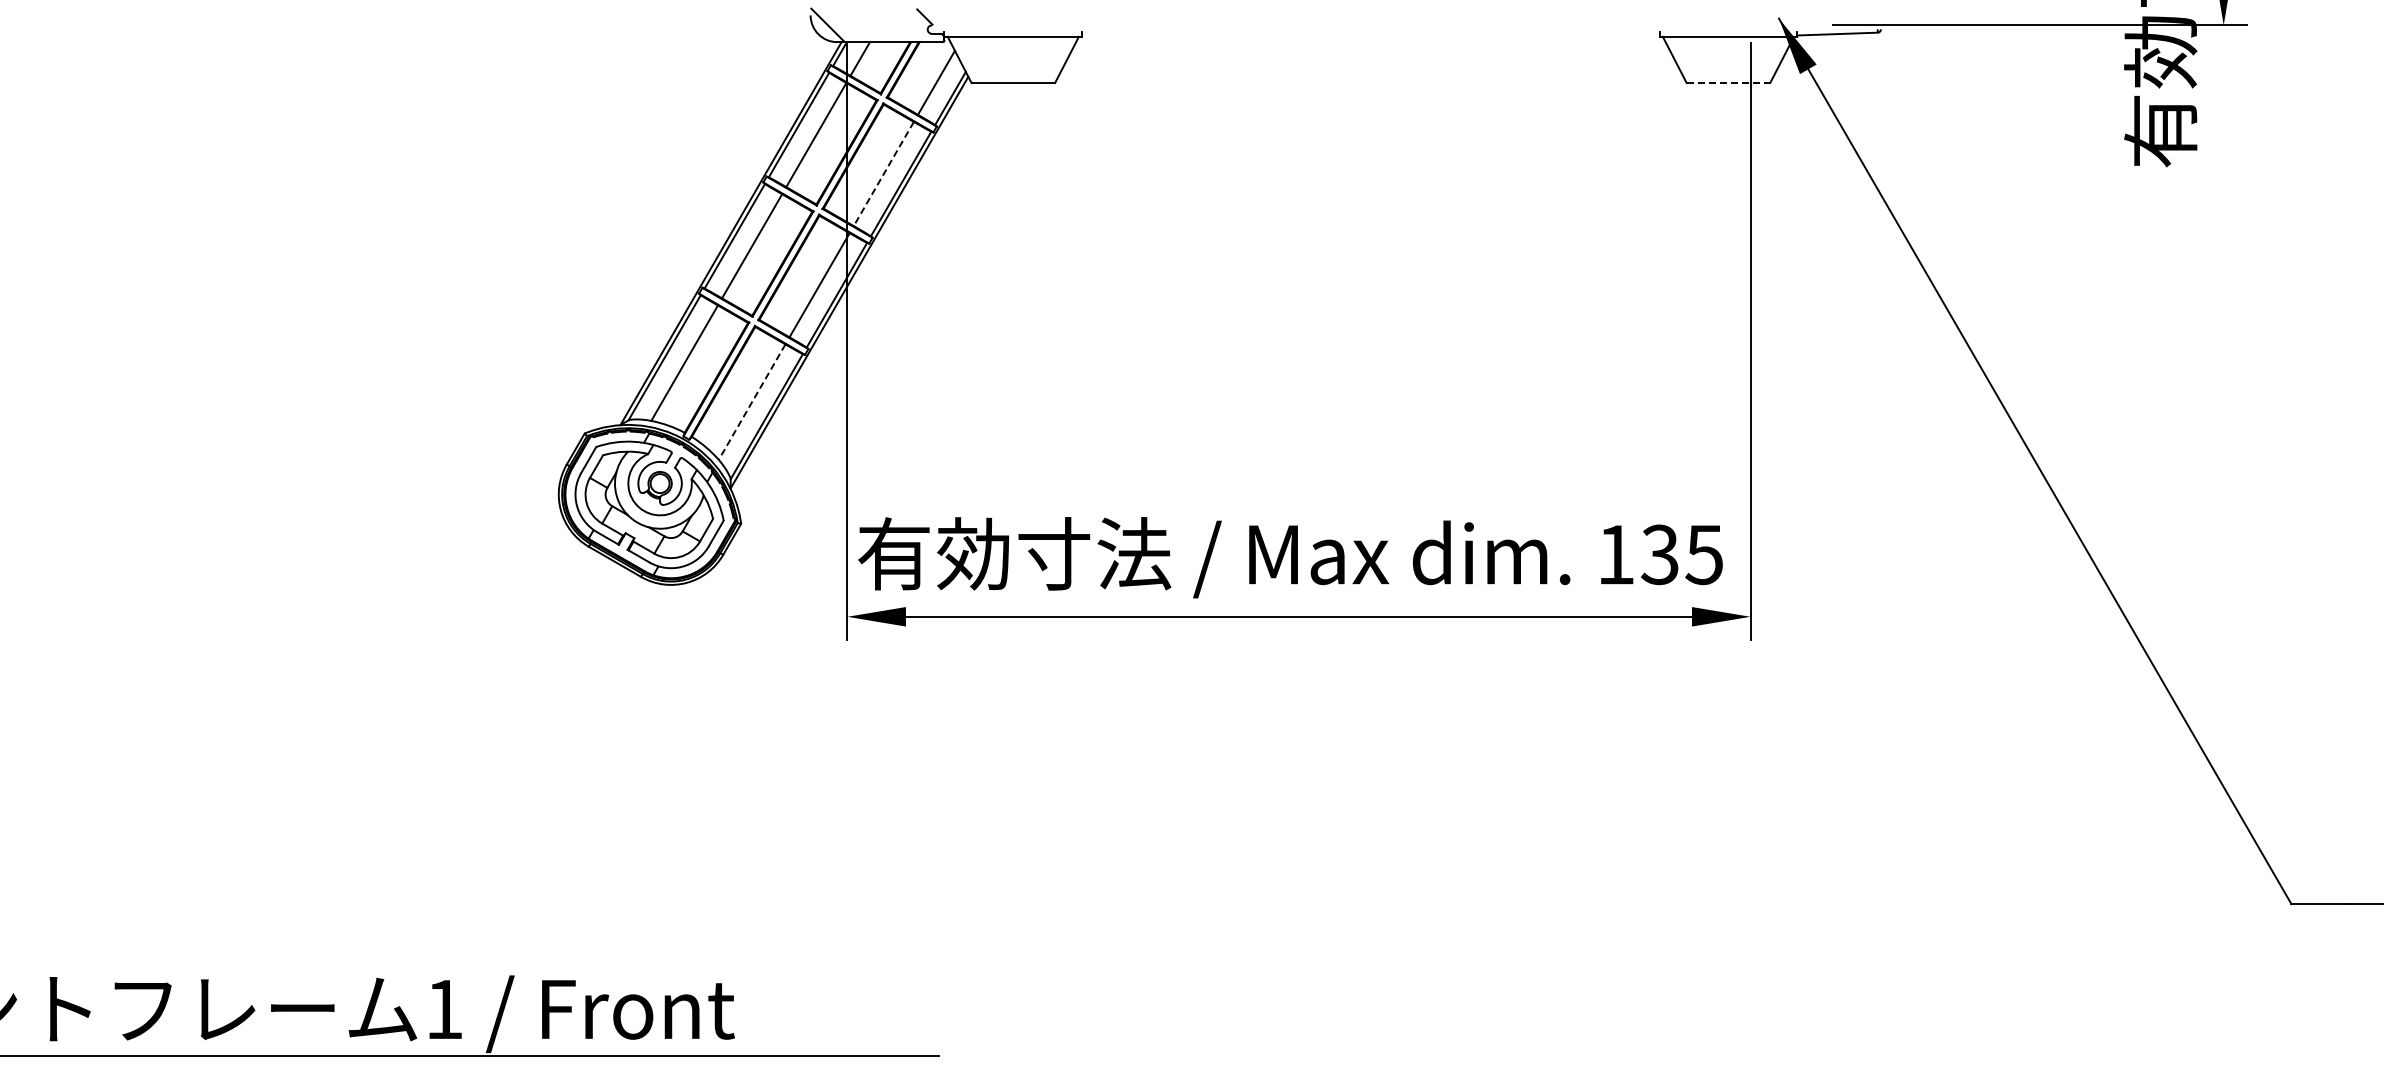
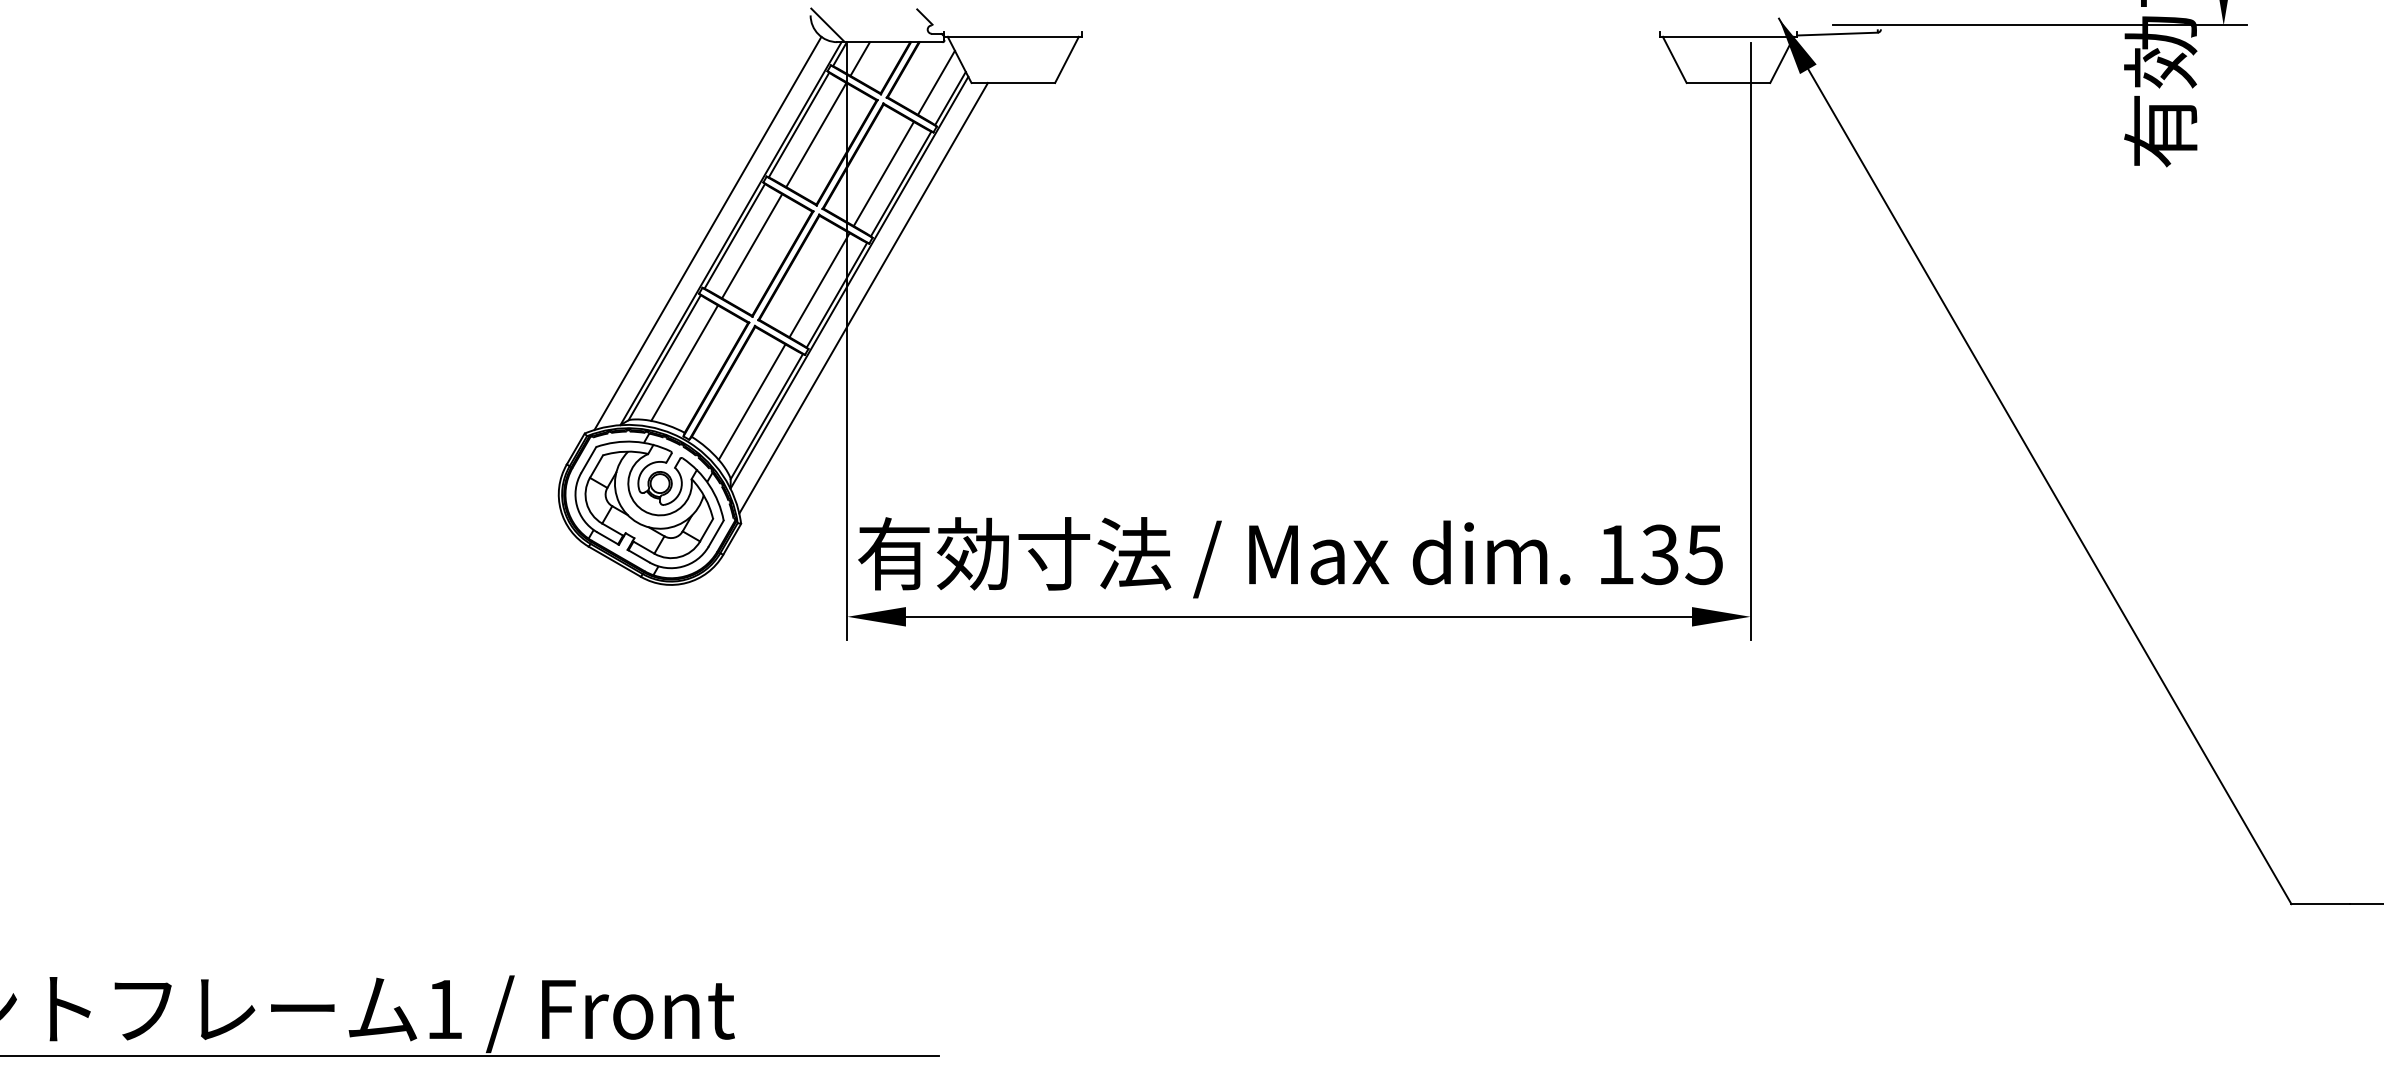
line at (1728, 82): dashed -> solid
line at (883, 174): dashed -> solid
line at (707, 233): none -> present
line at (863, 297): none -> present
line at (752, 402): dashed -> solid
